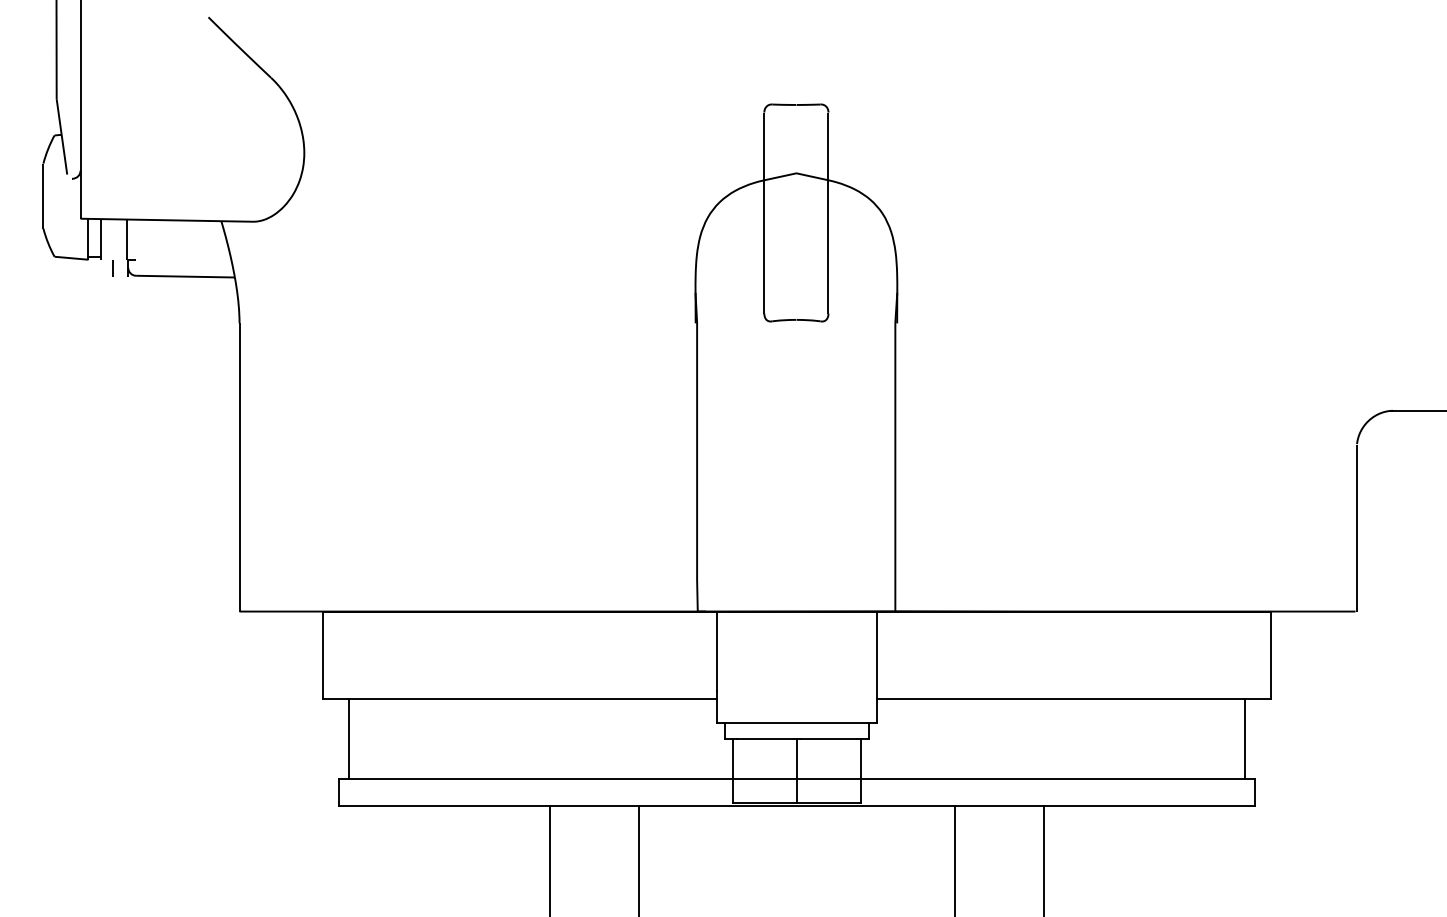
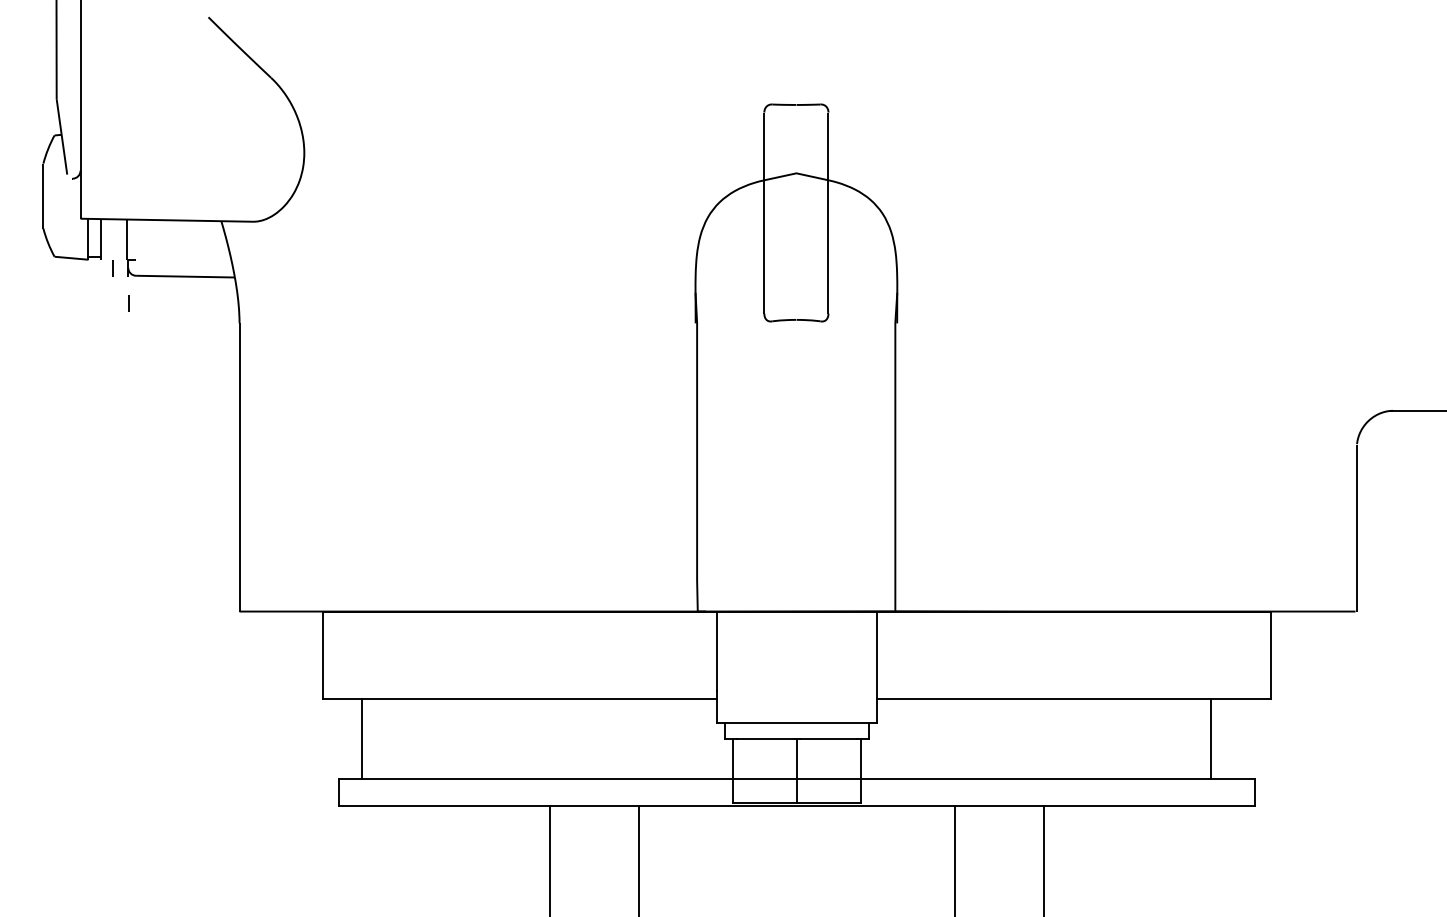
line at (128, 303): none -> present
line at (348, 738) position: (348, 738) -> (361, 738)
line at (1244, 738) position: (1244, 738) -> (1210, 738)
